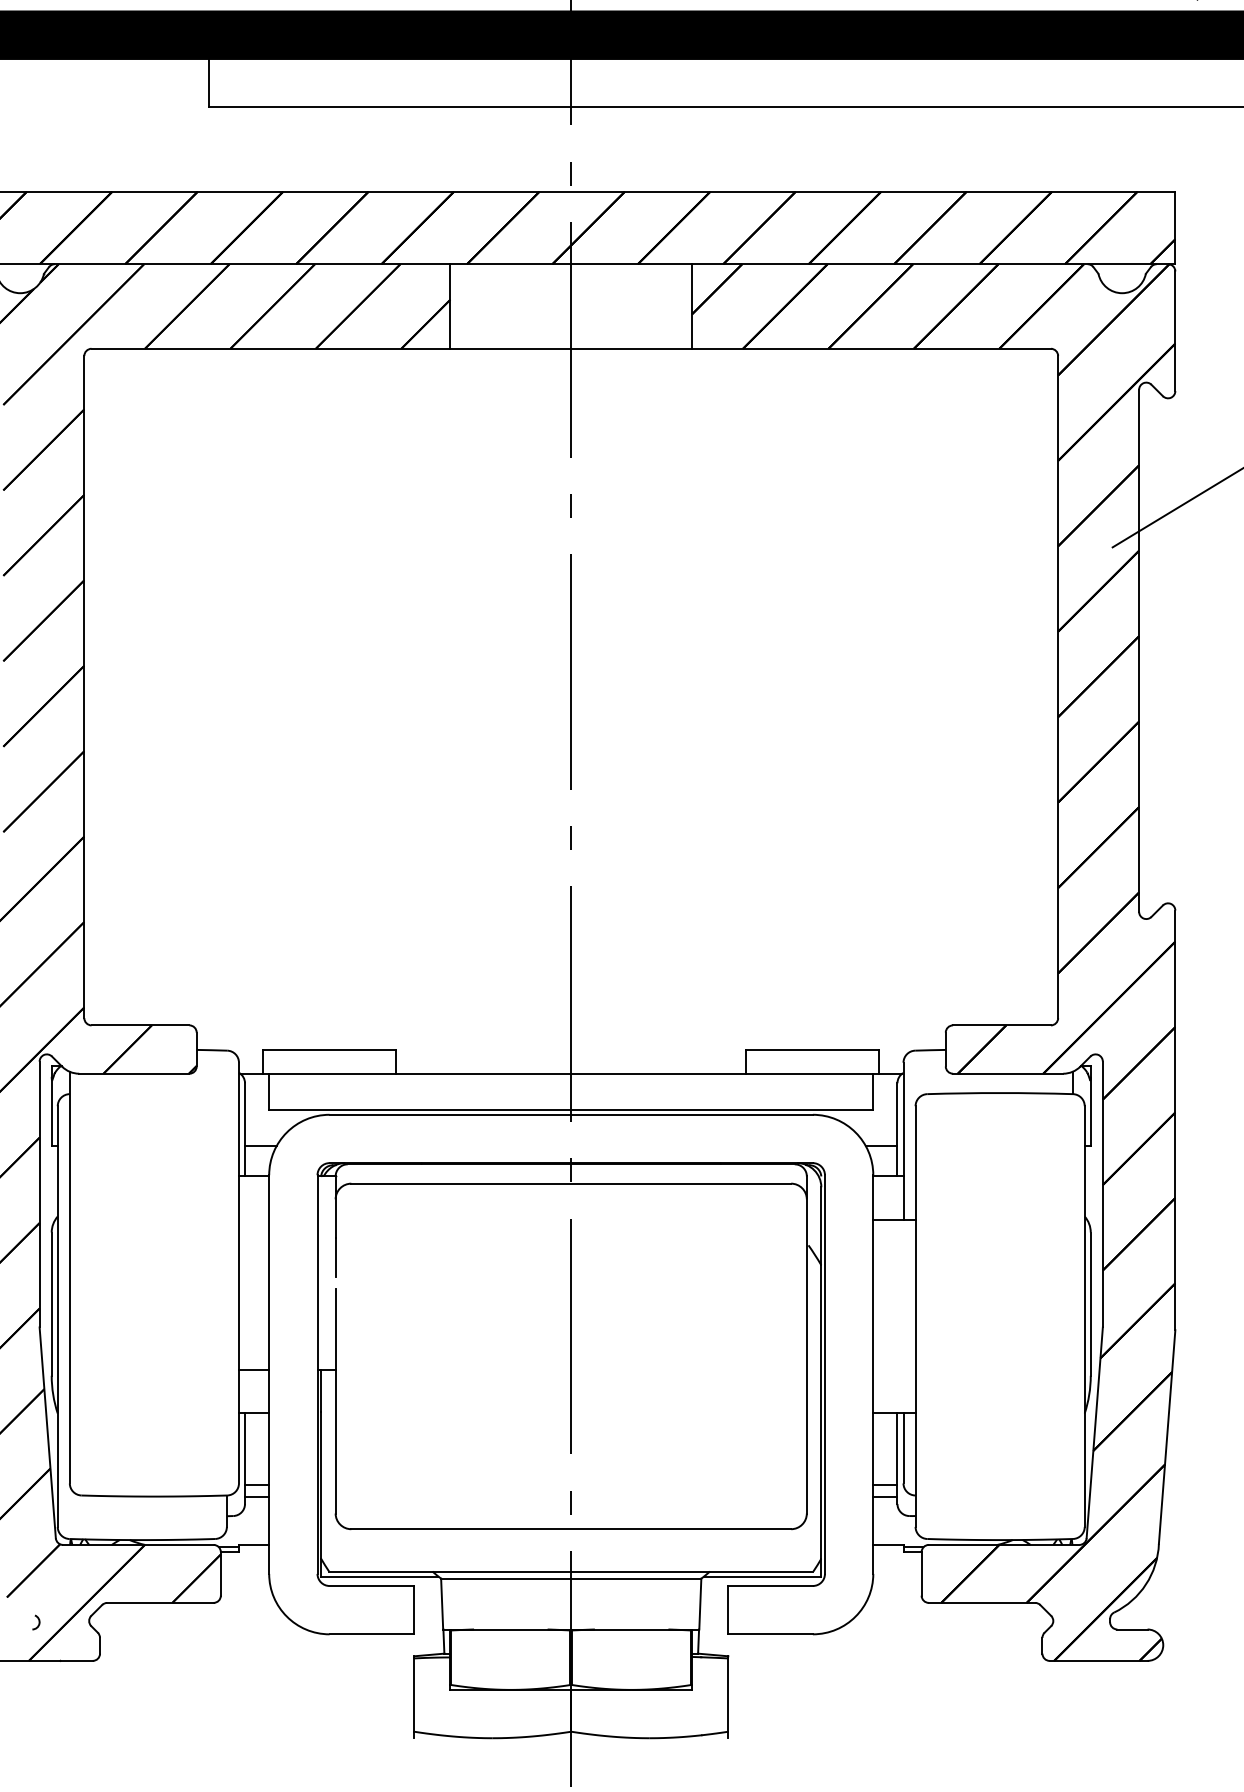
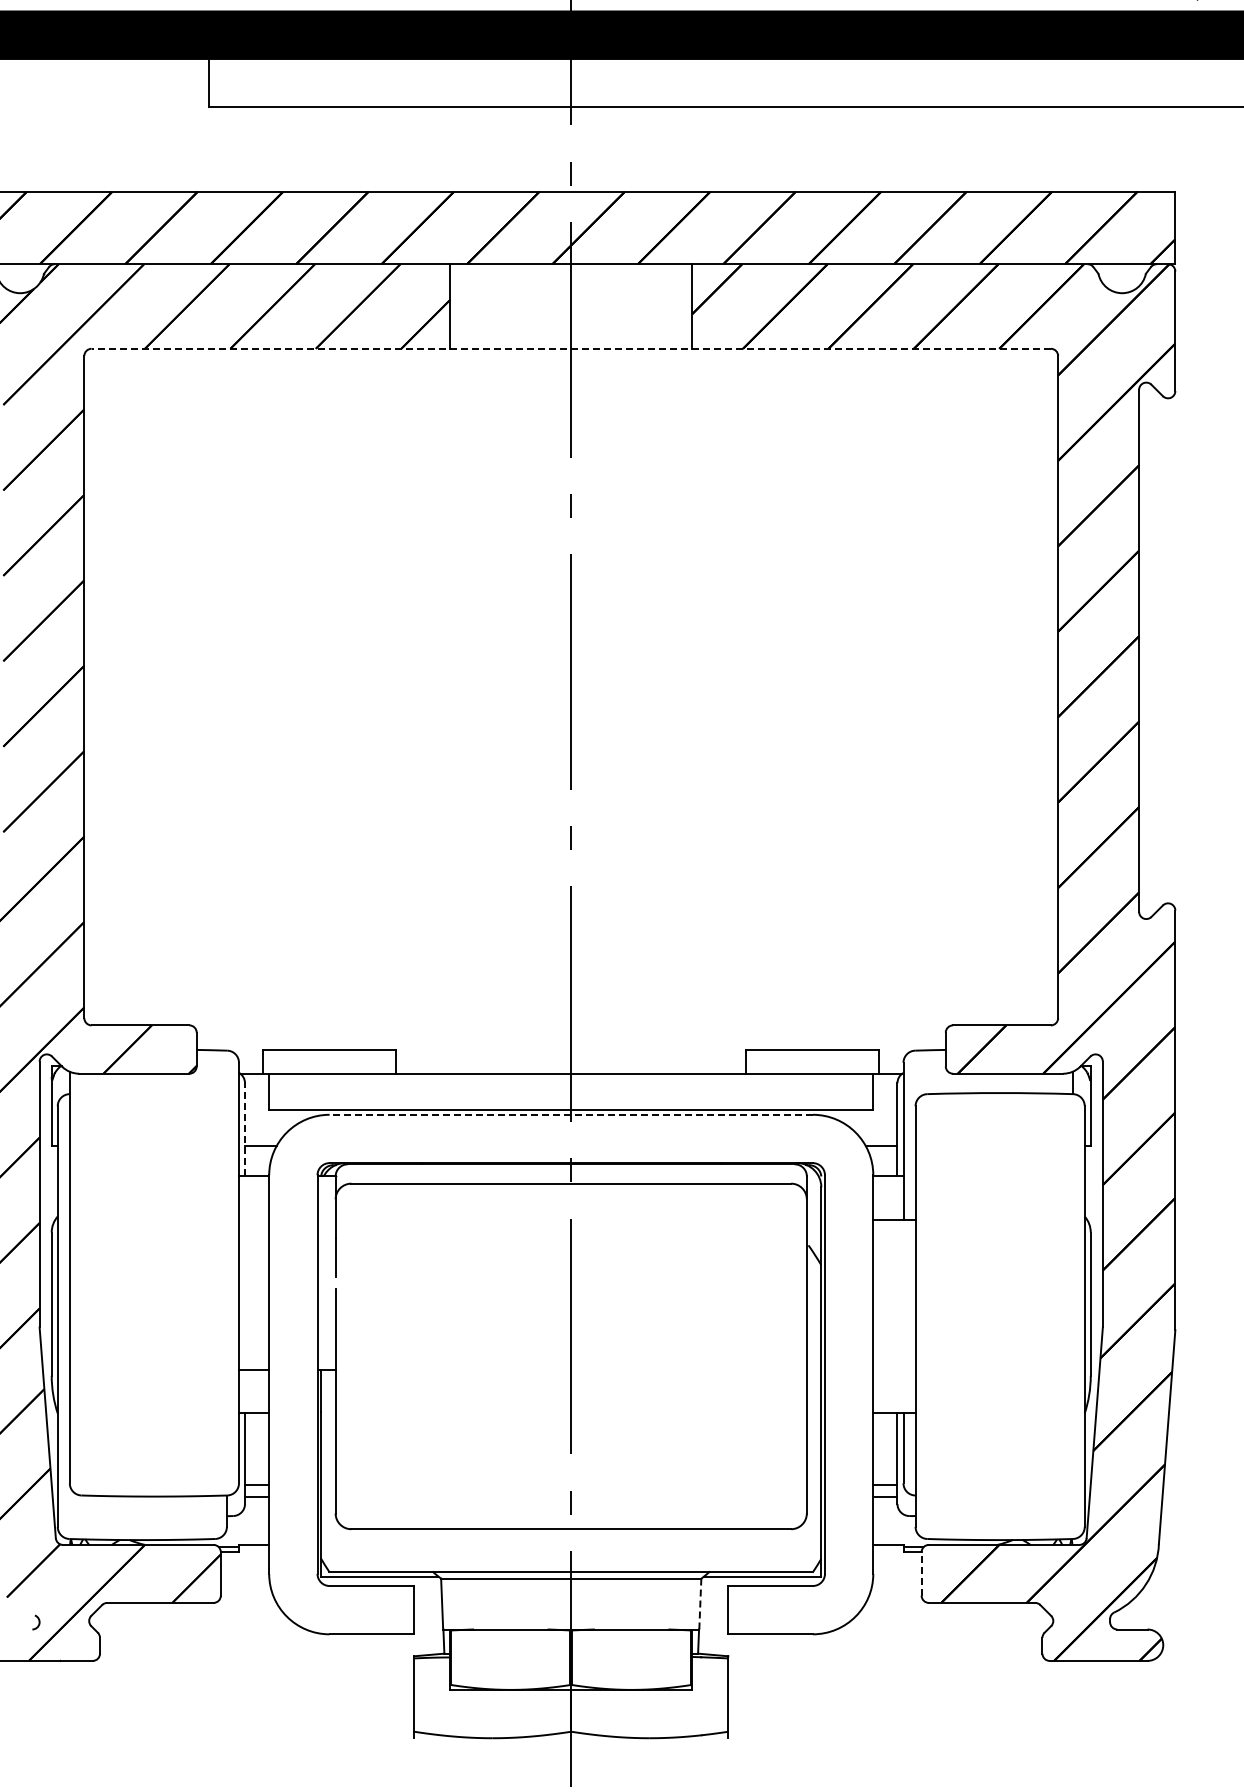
line at (571, 348): solid -> dashed
line at (1176, 508): present -> none
line at (571, 1114): solid -> dashed
line at (245, 1129): solid -> dashed
line at (921, 1573): solid -> dashed
line at (700, 1603): solid -> dashed
